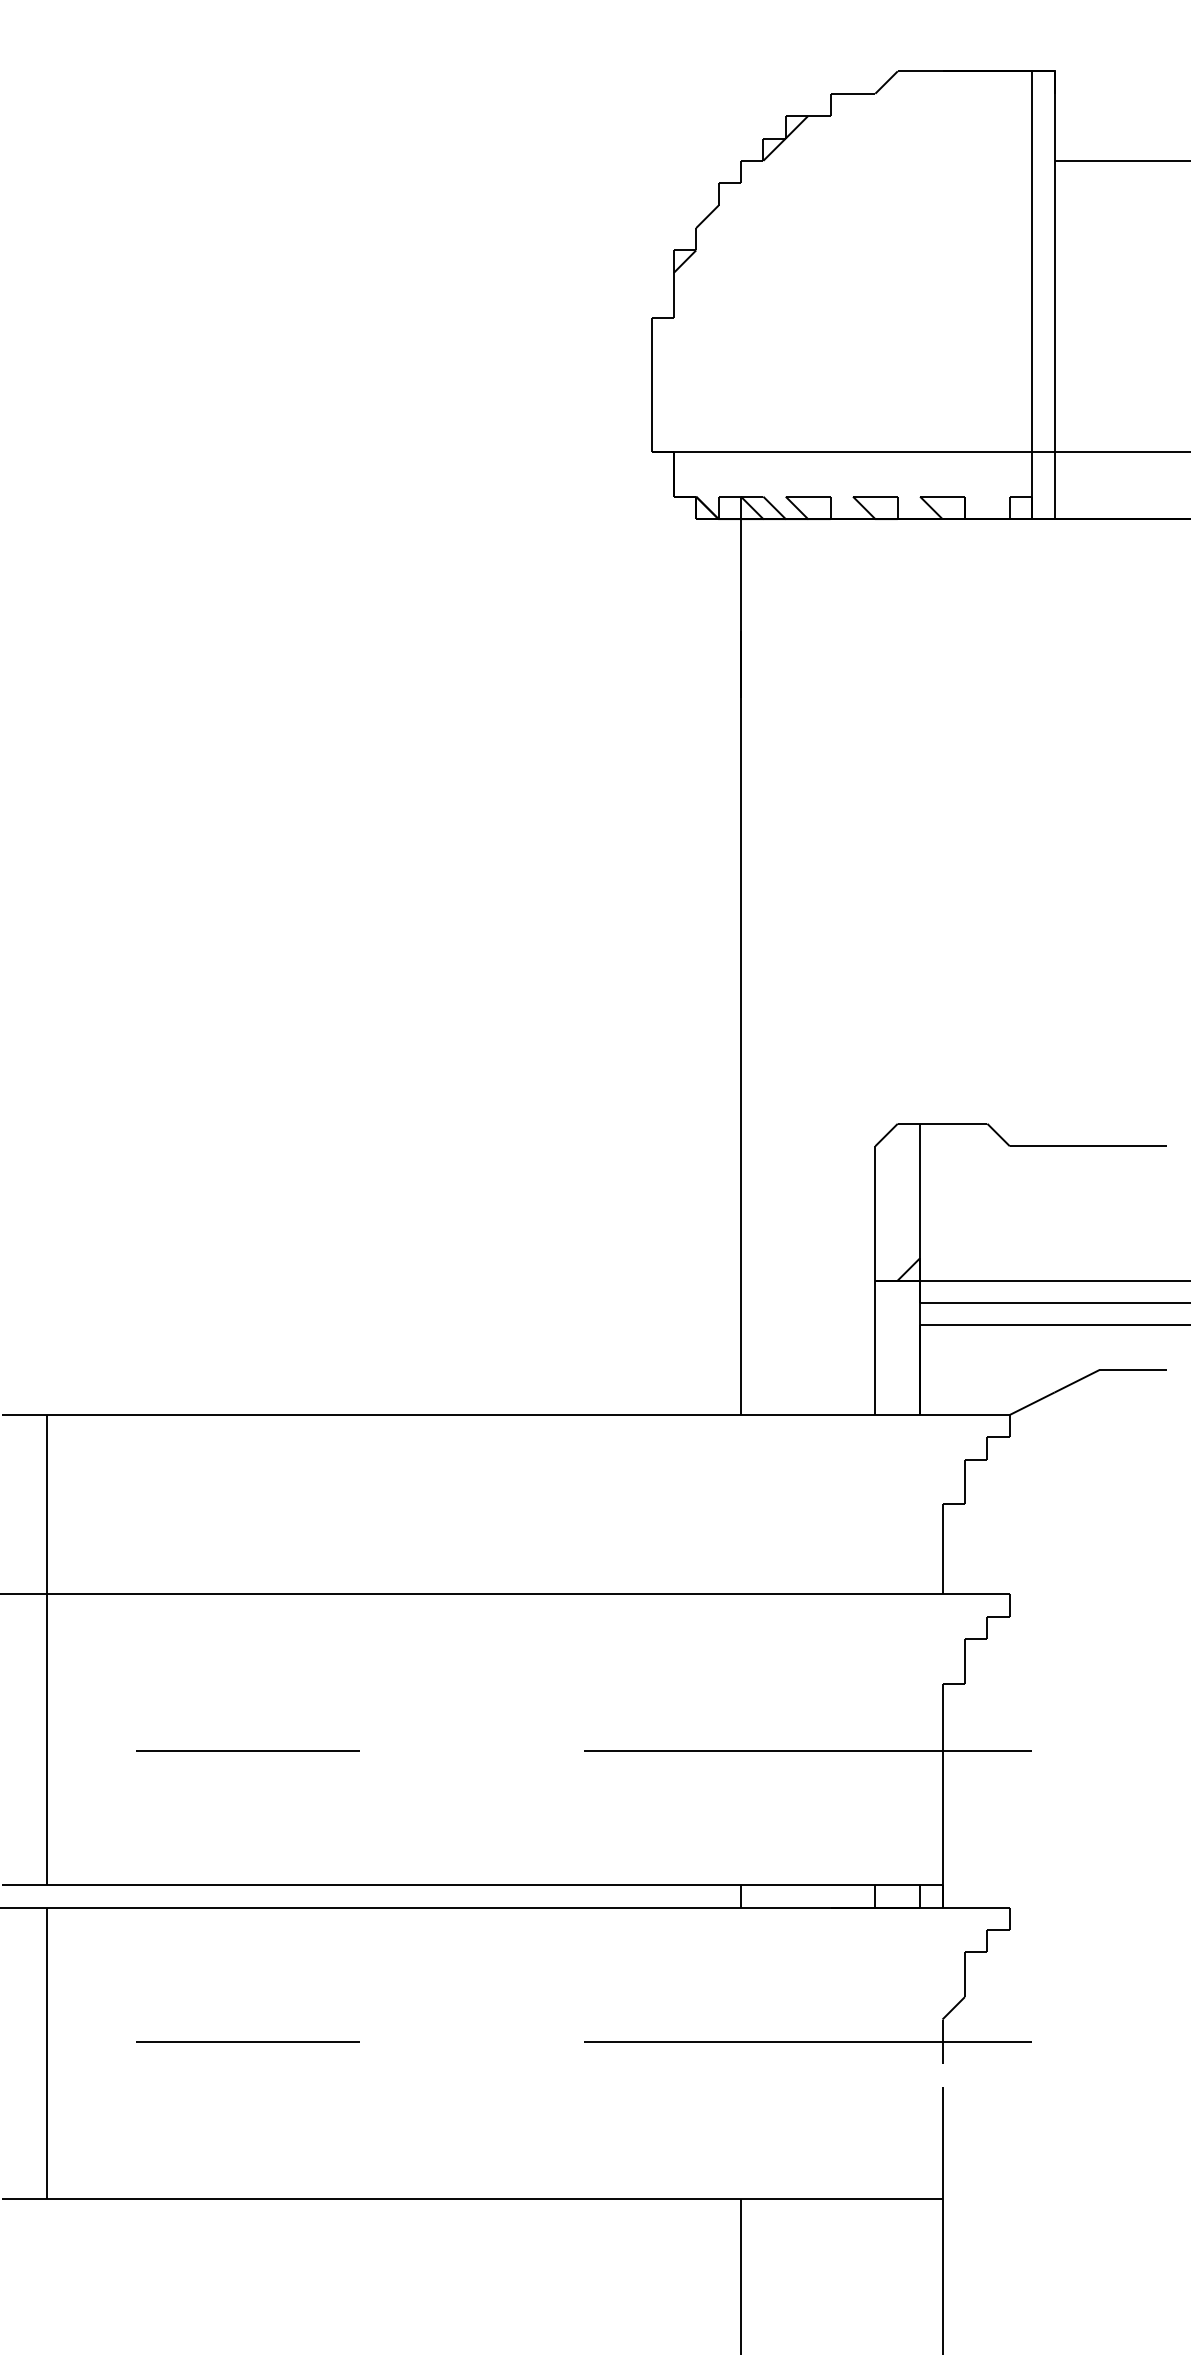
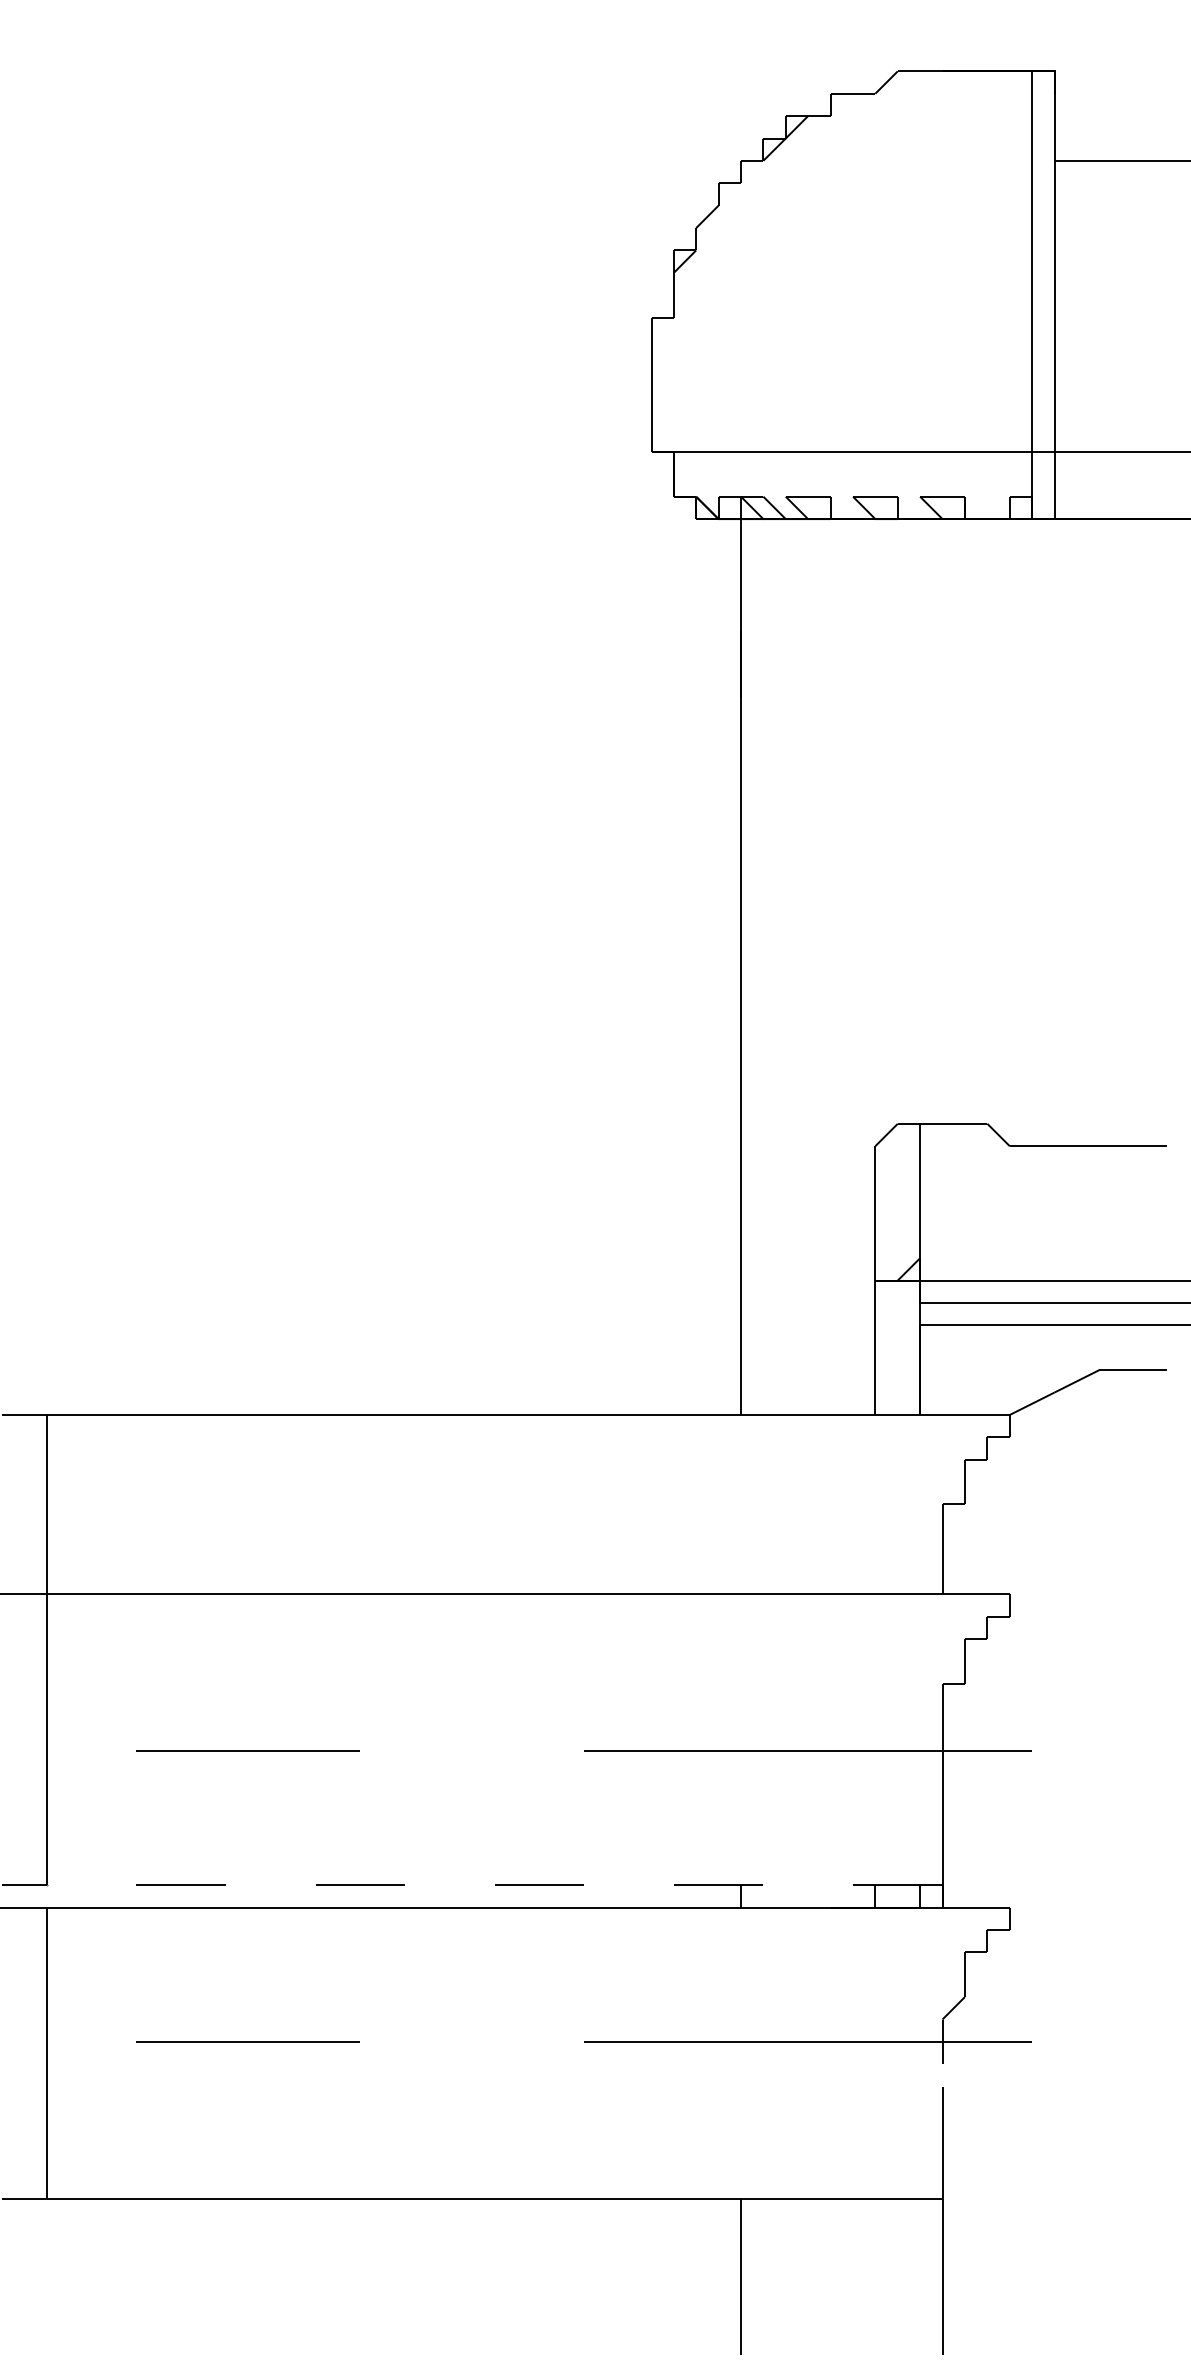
line at (494, 1885): solid -> dashed
